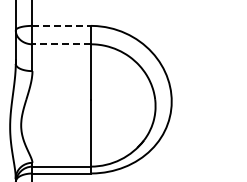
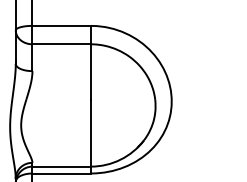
line at (62, 25): dashed -> solid
line at (61, 44): dashed -> solid
